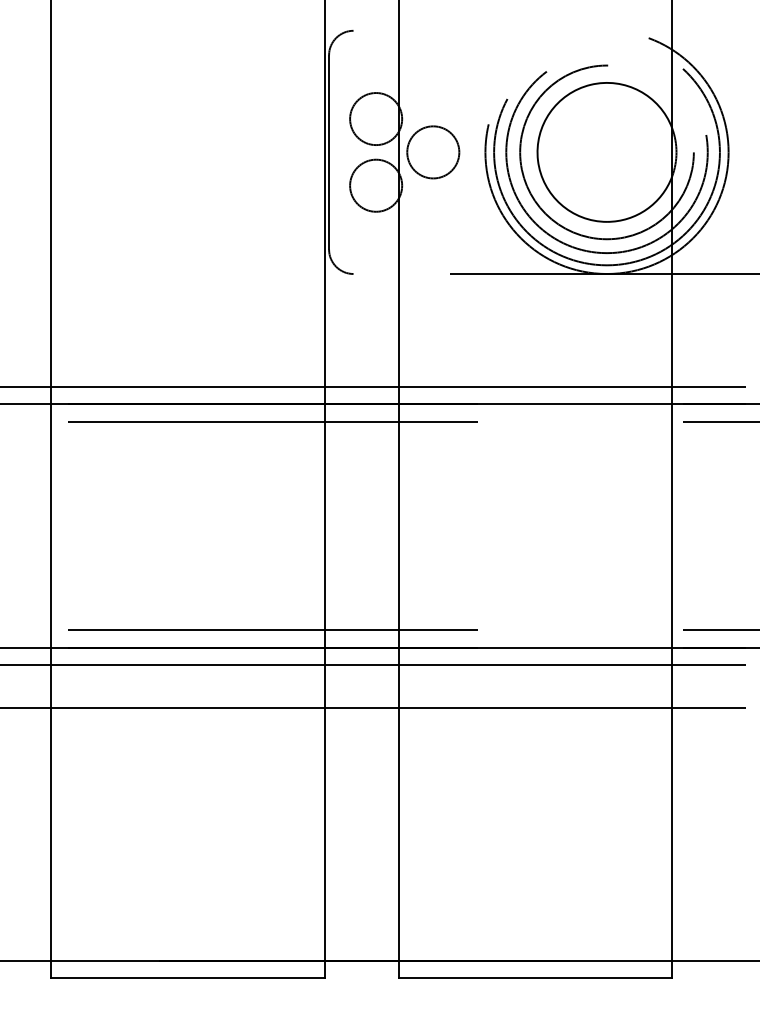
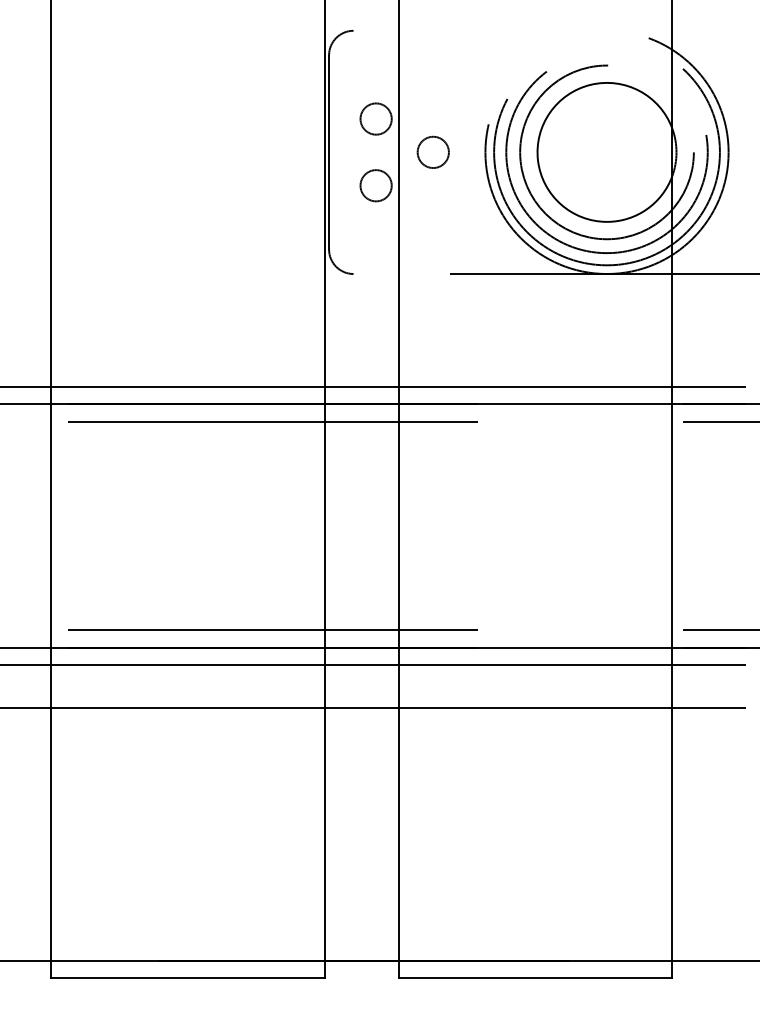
circle at (376, 119) diameter: 52 px -> 31 px
circle at (433, 152) diameter: 52 px -> 31 px
circle at (376, 185) diameter: 52 px -> 31 px
